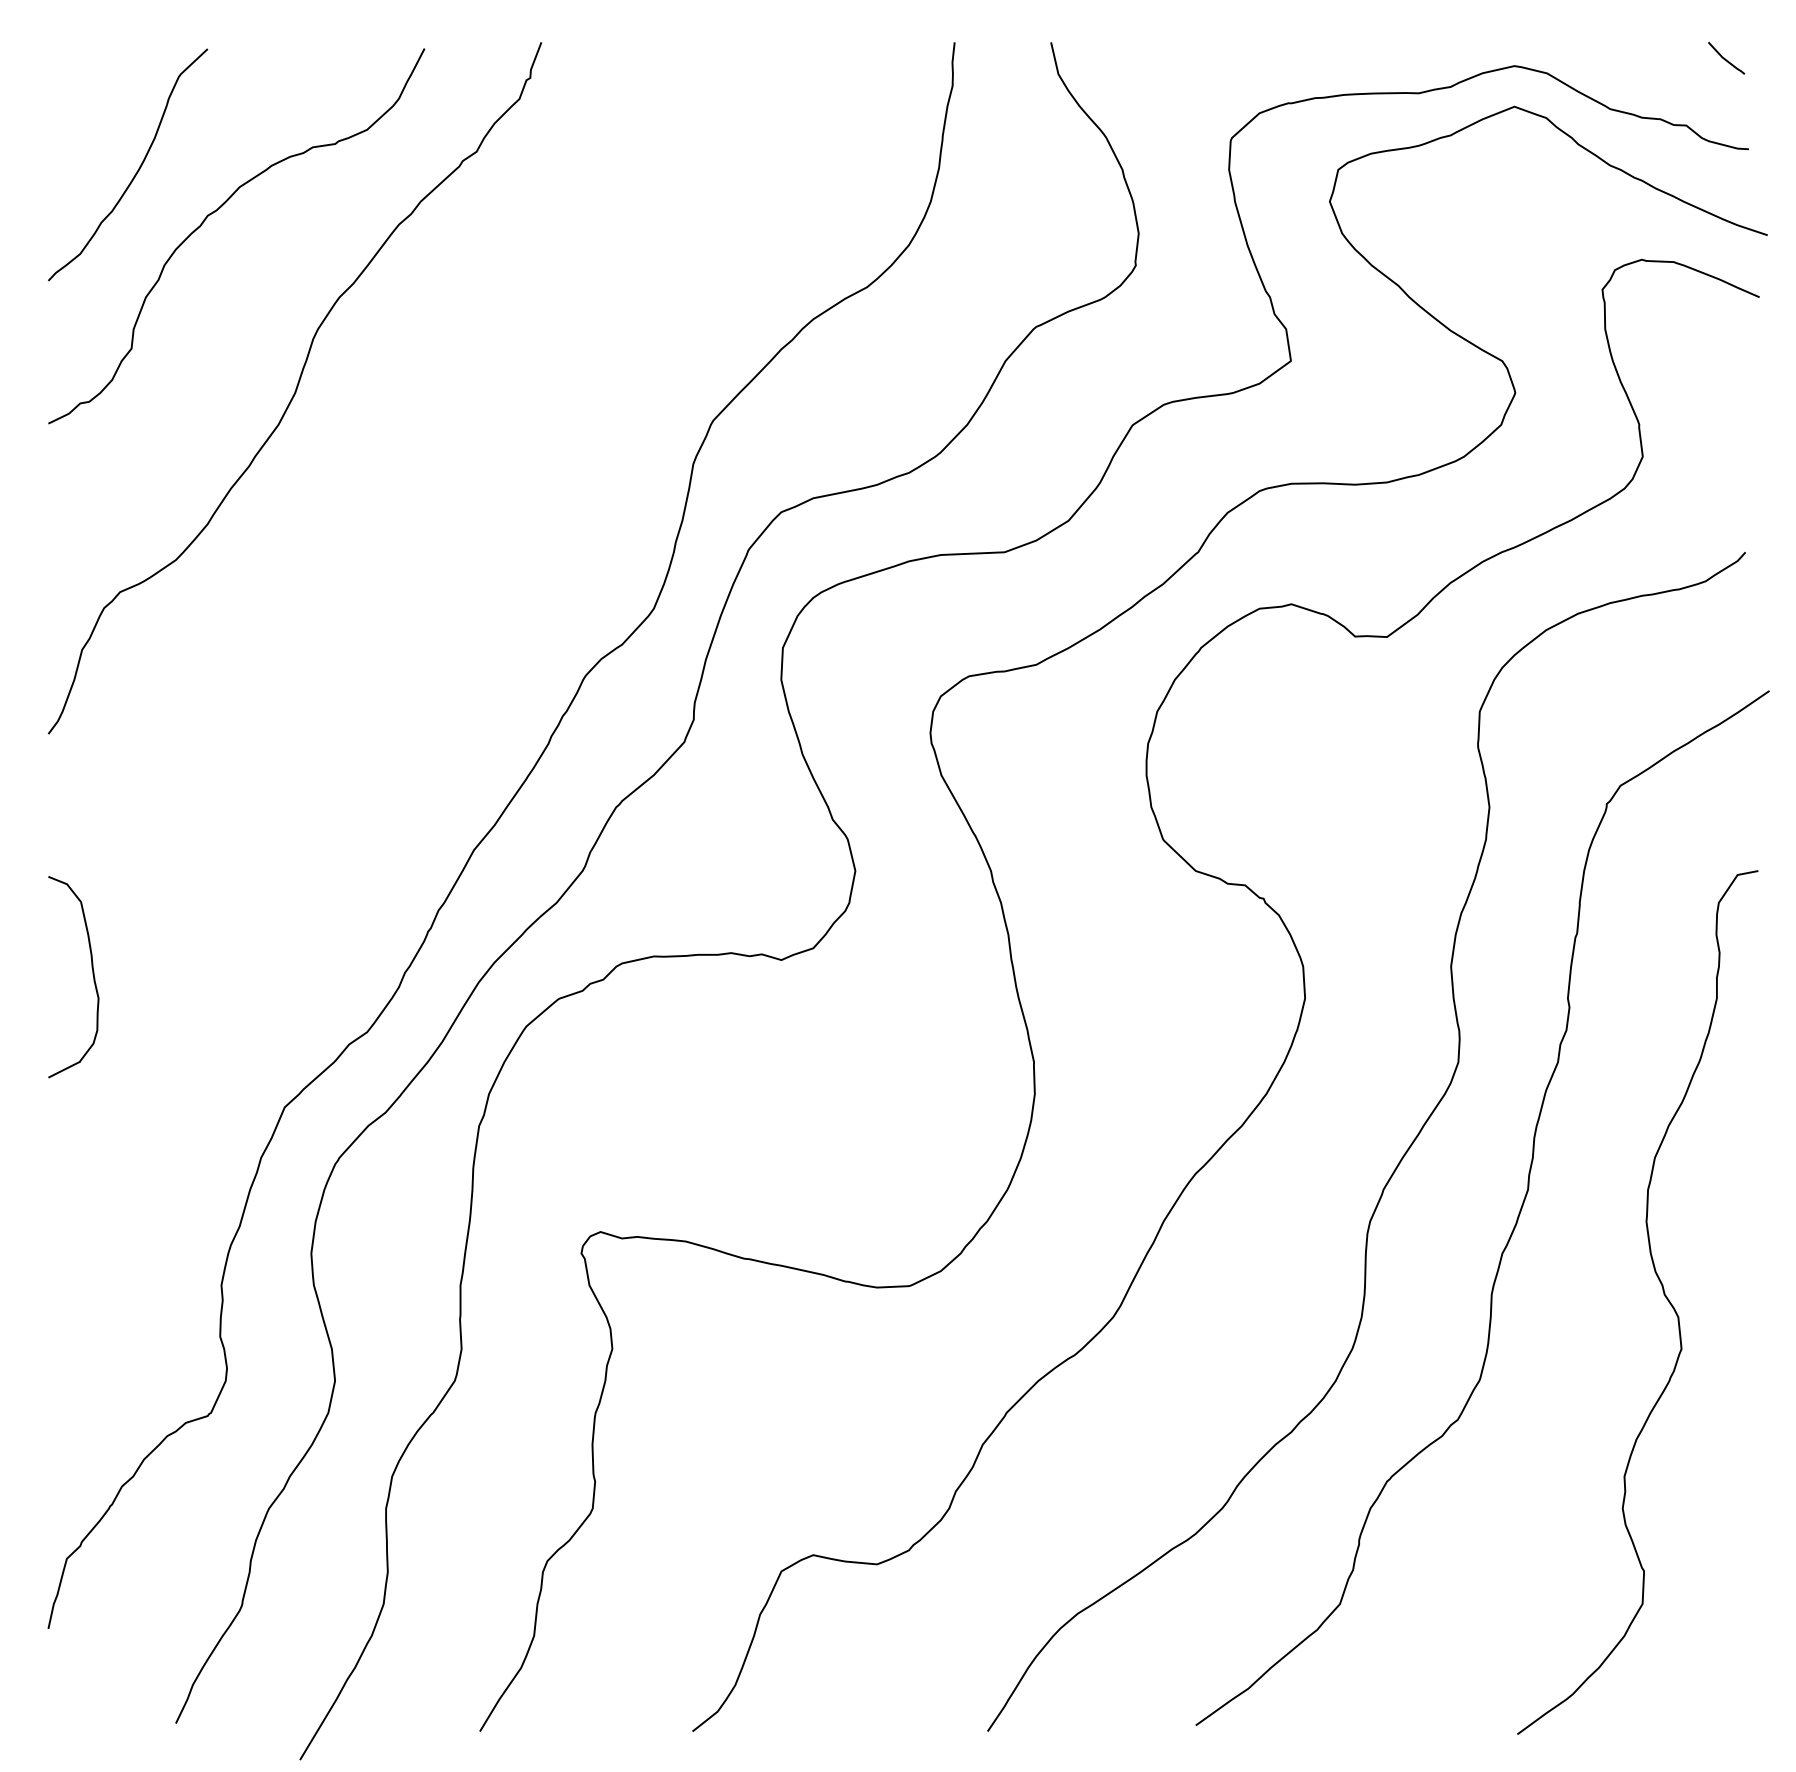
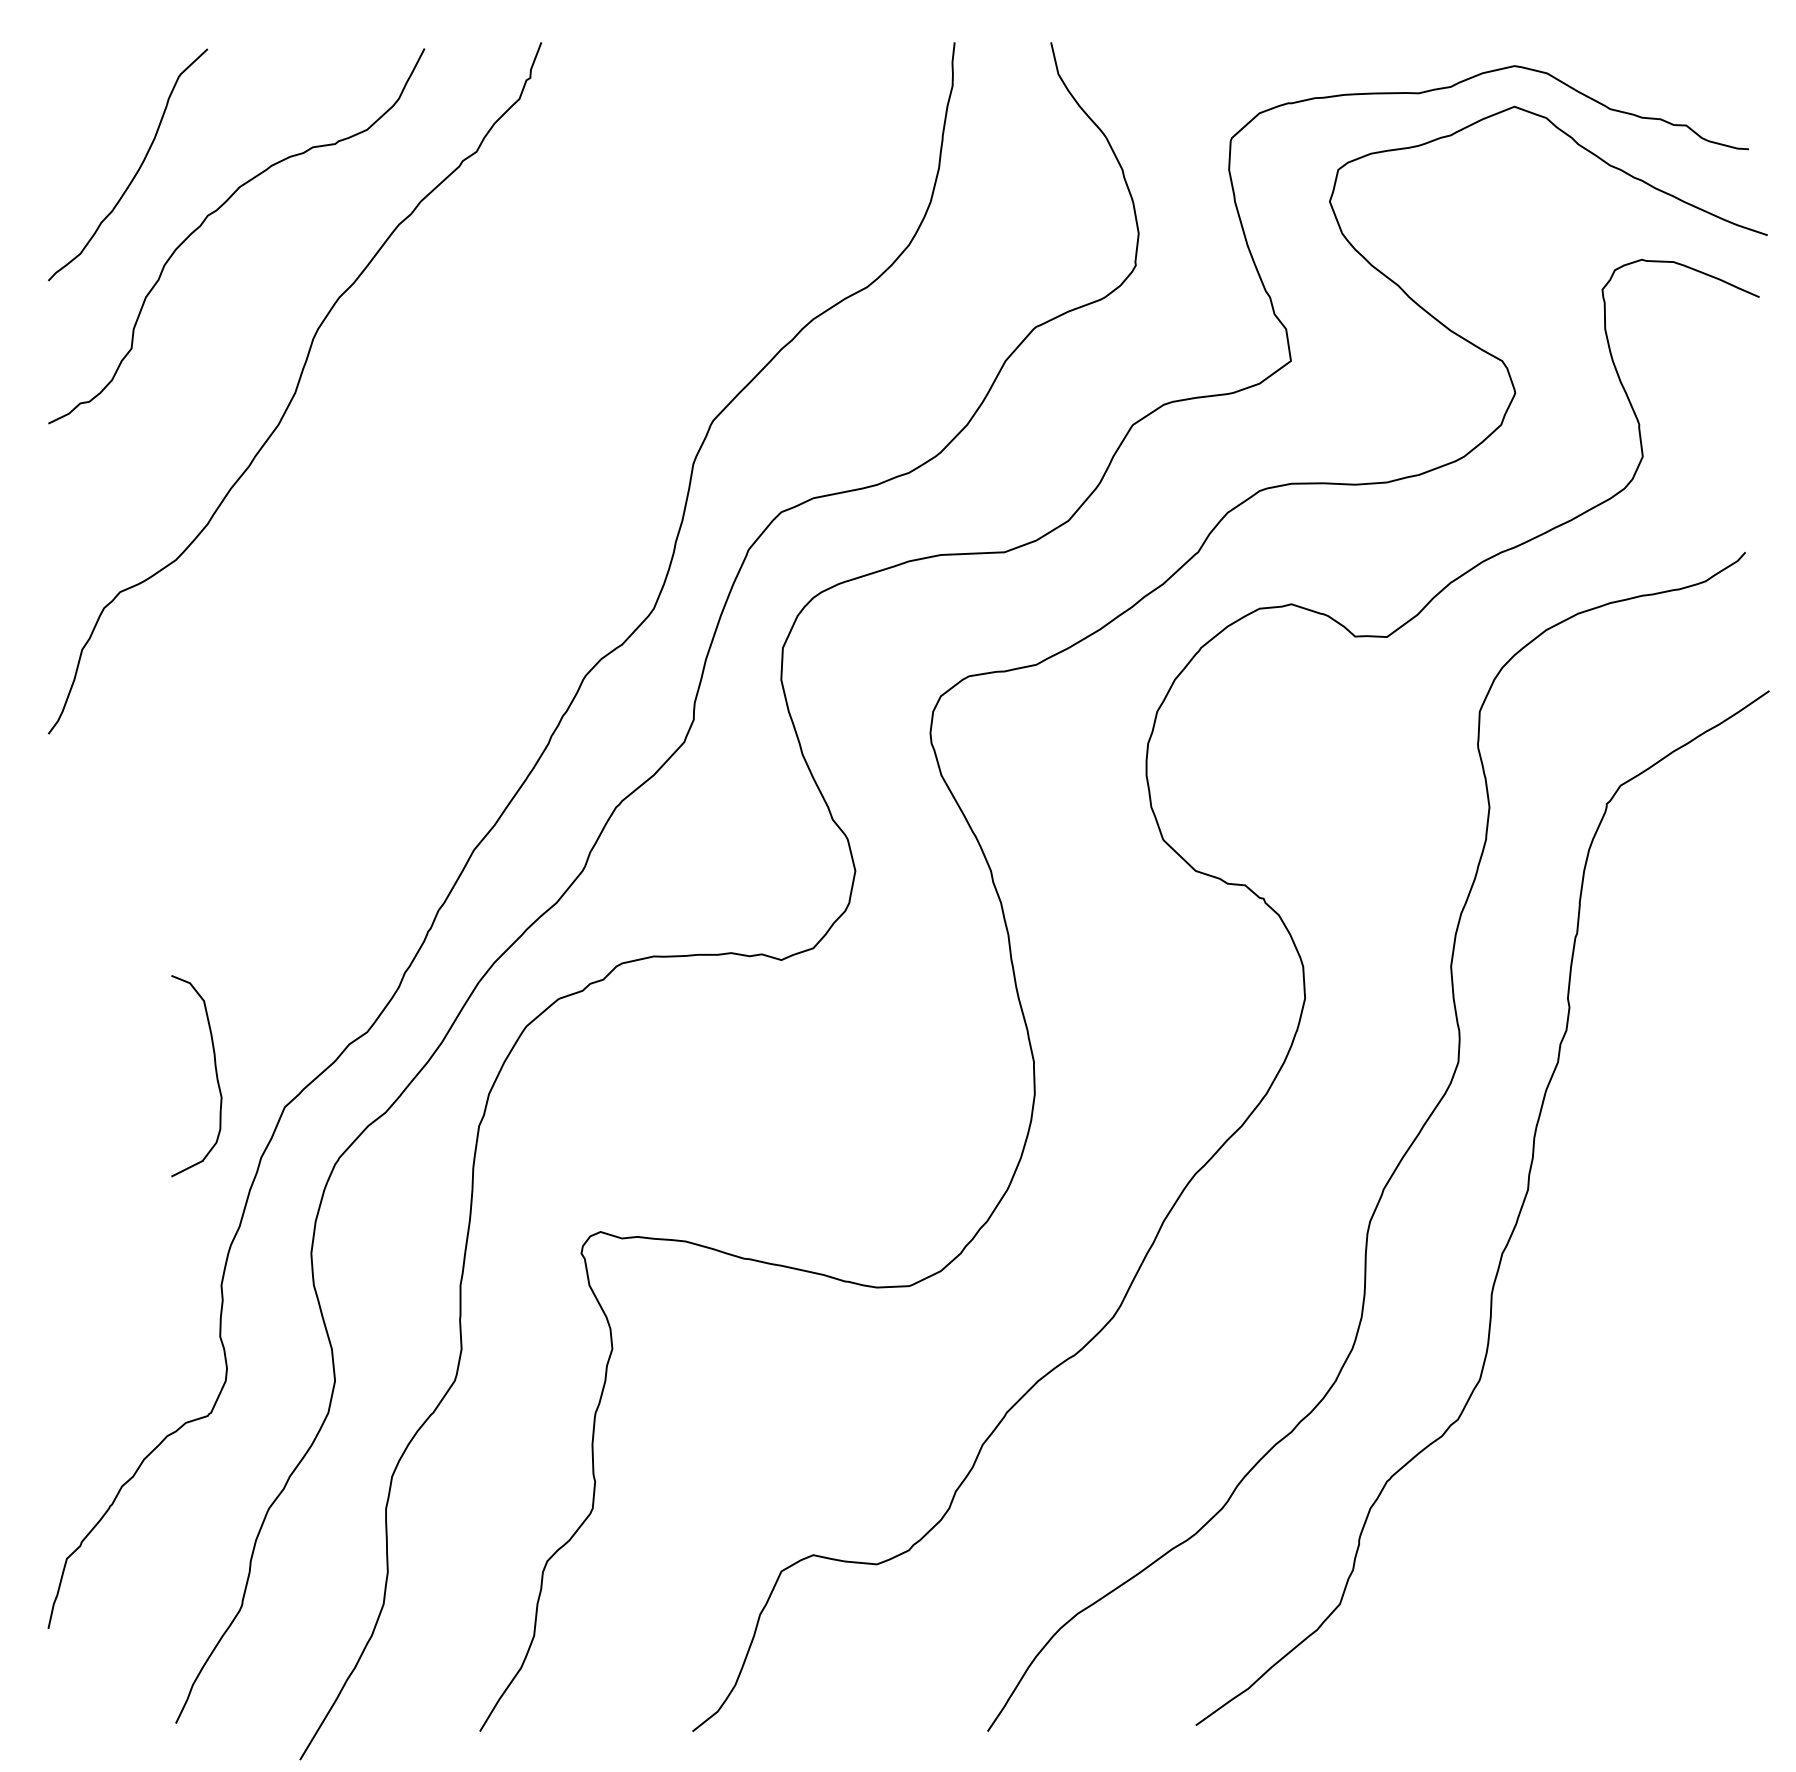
line at (1725, 58): present -> none
curve at (92, 975) position: (92, 975) -> (215, 1074)
curve at (1663, 1294): present -> none
